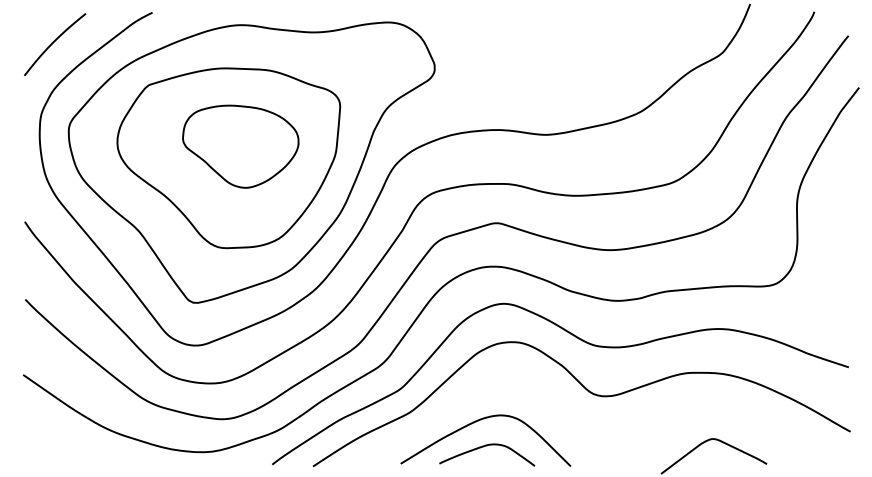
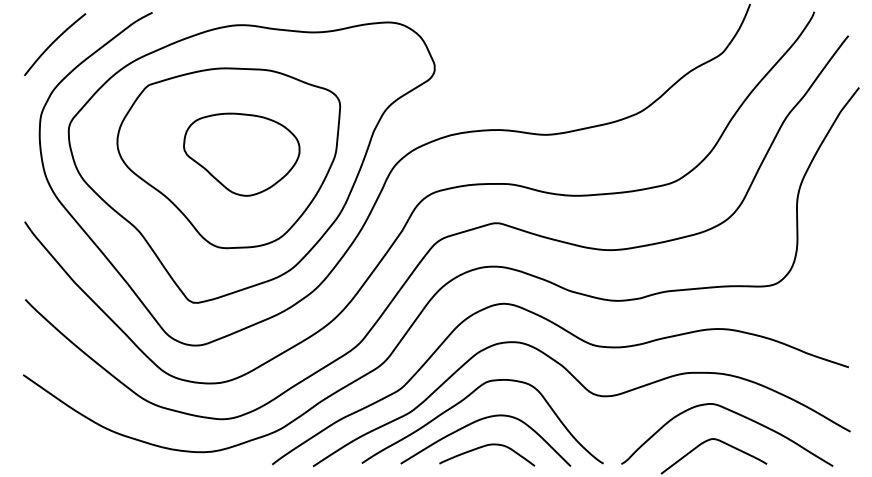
part at (240, 146) position: (240, 146) -> (241, 154)
curve at (464, 400): none -> present
curve at (736, 414): none -> present
